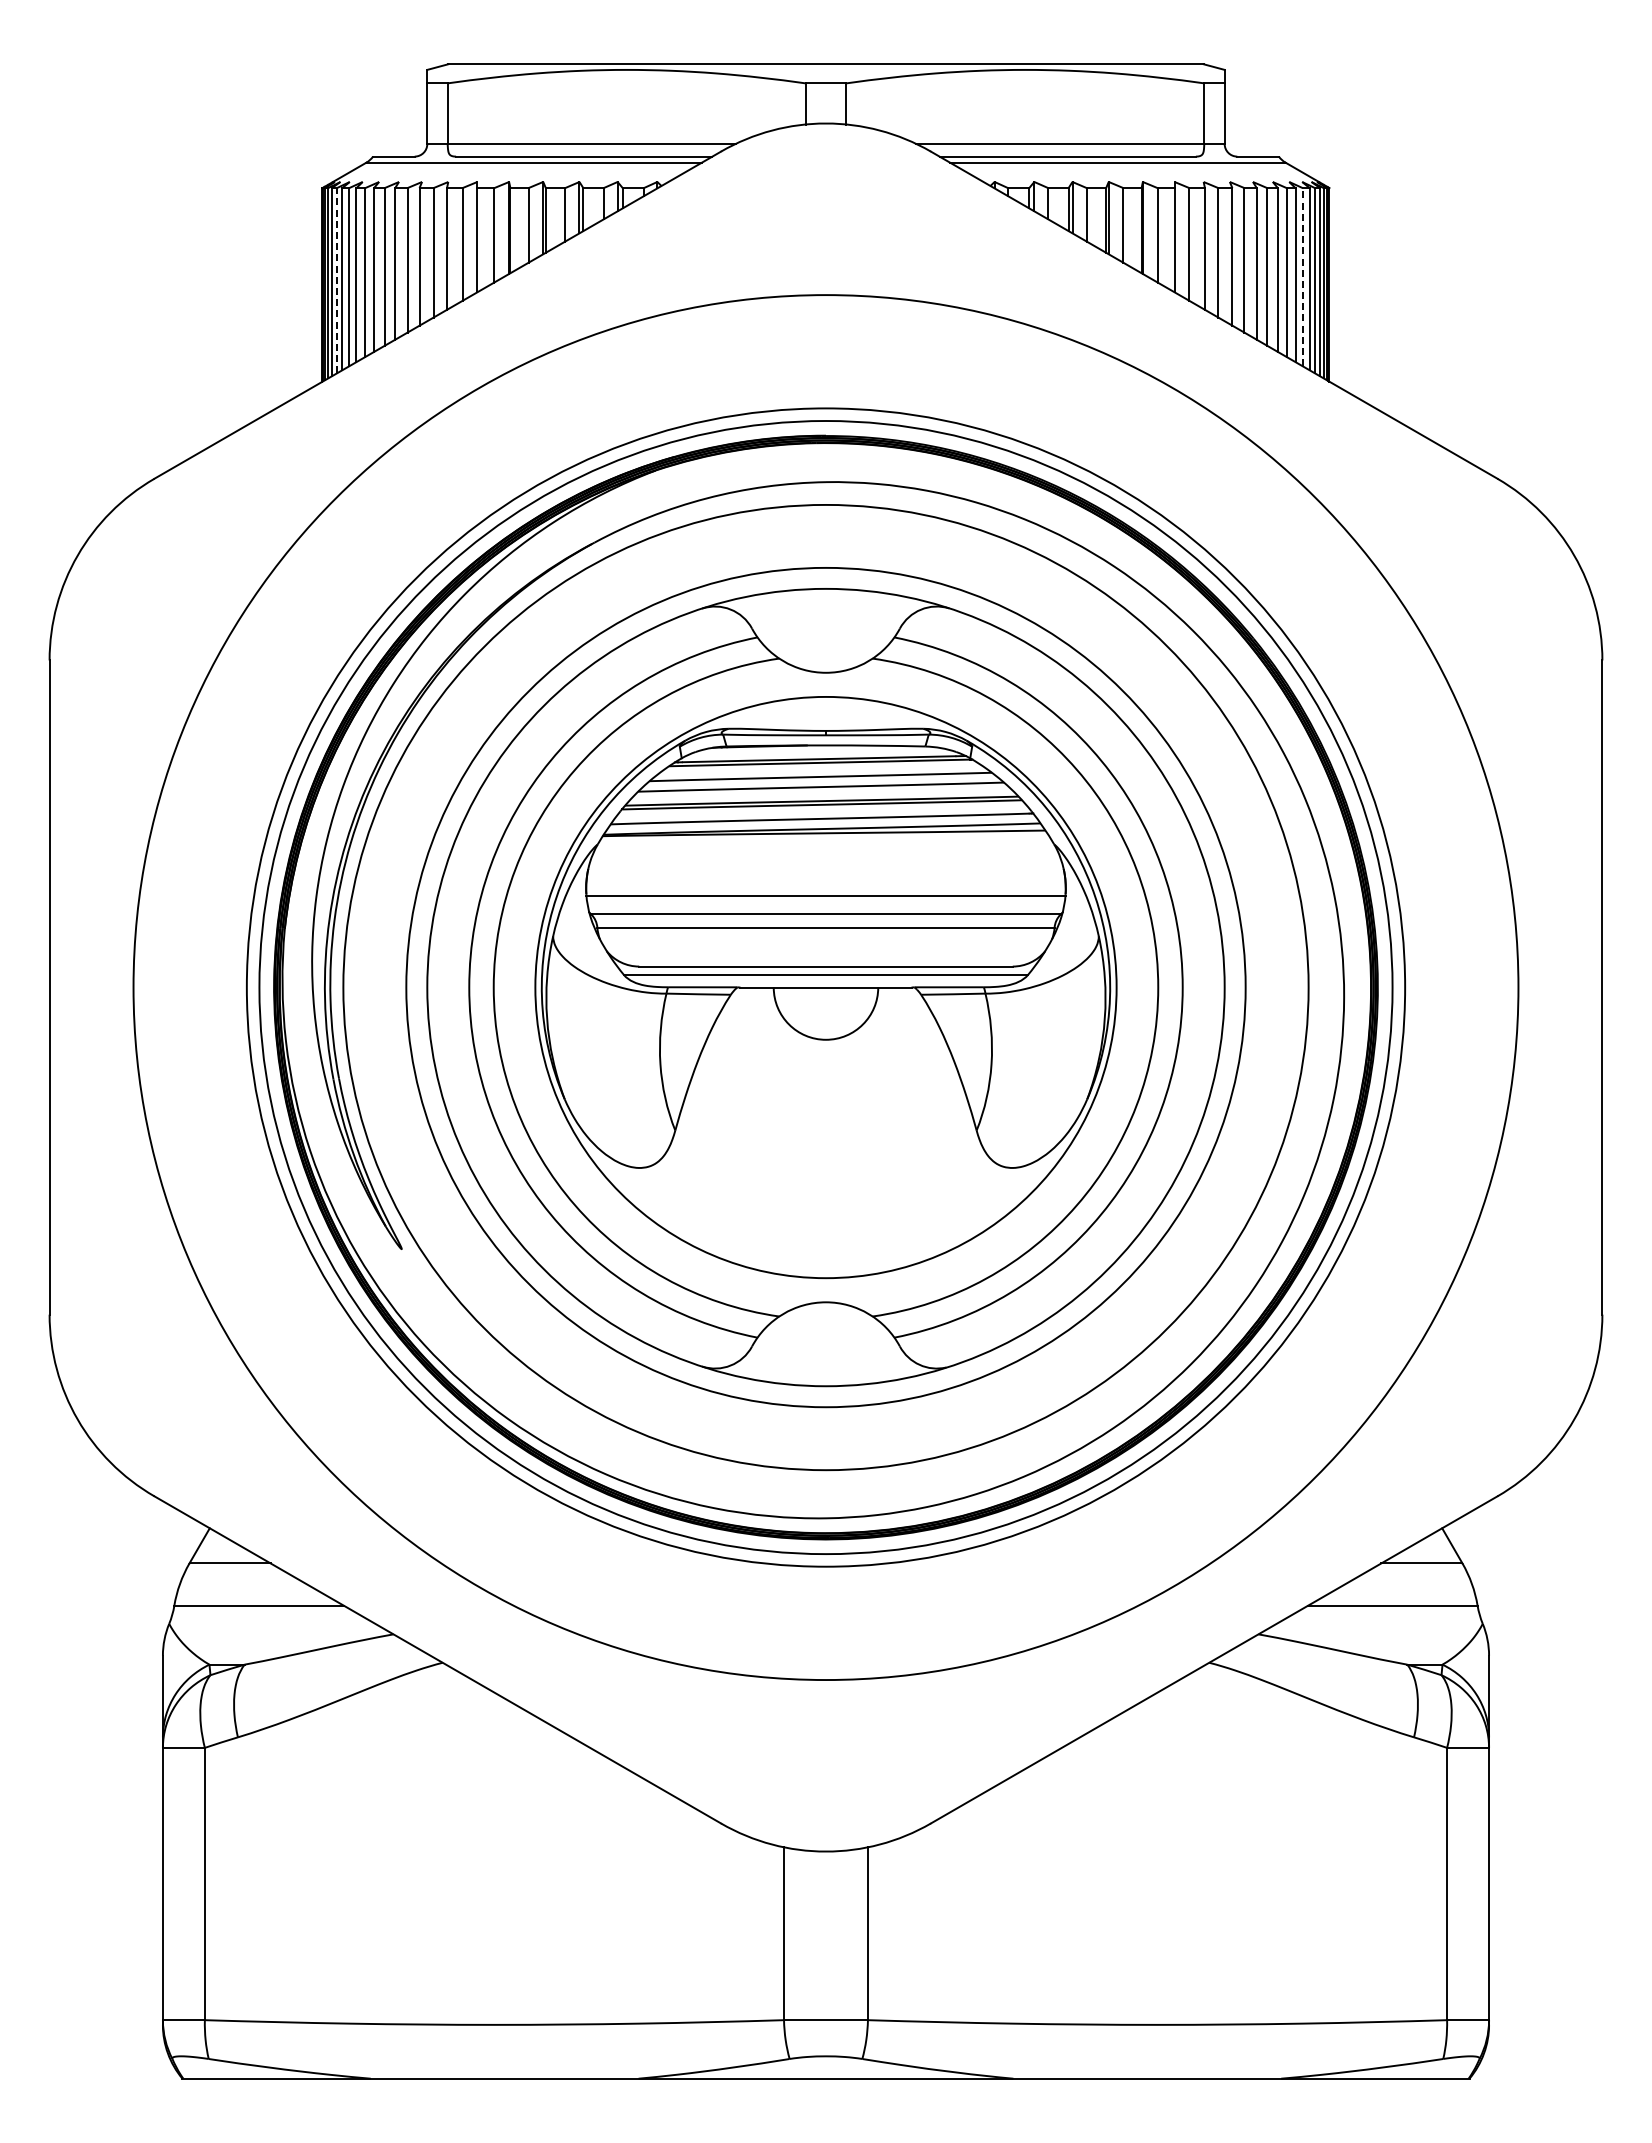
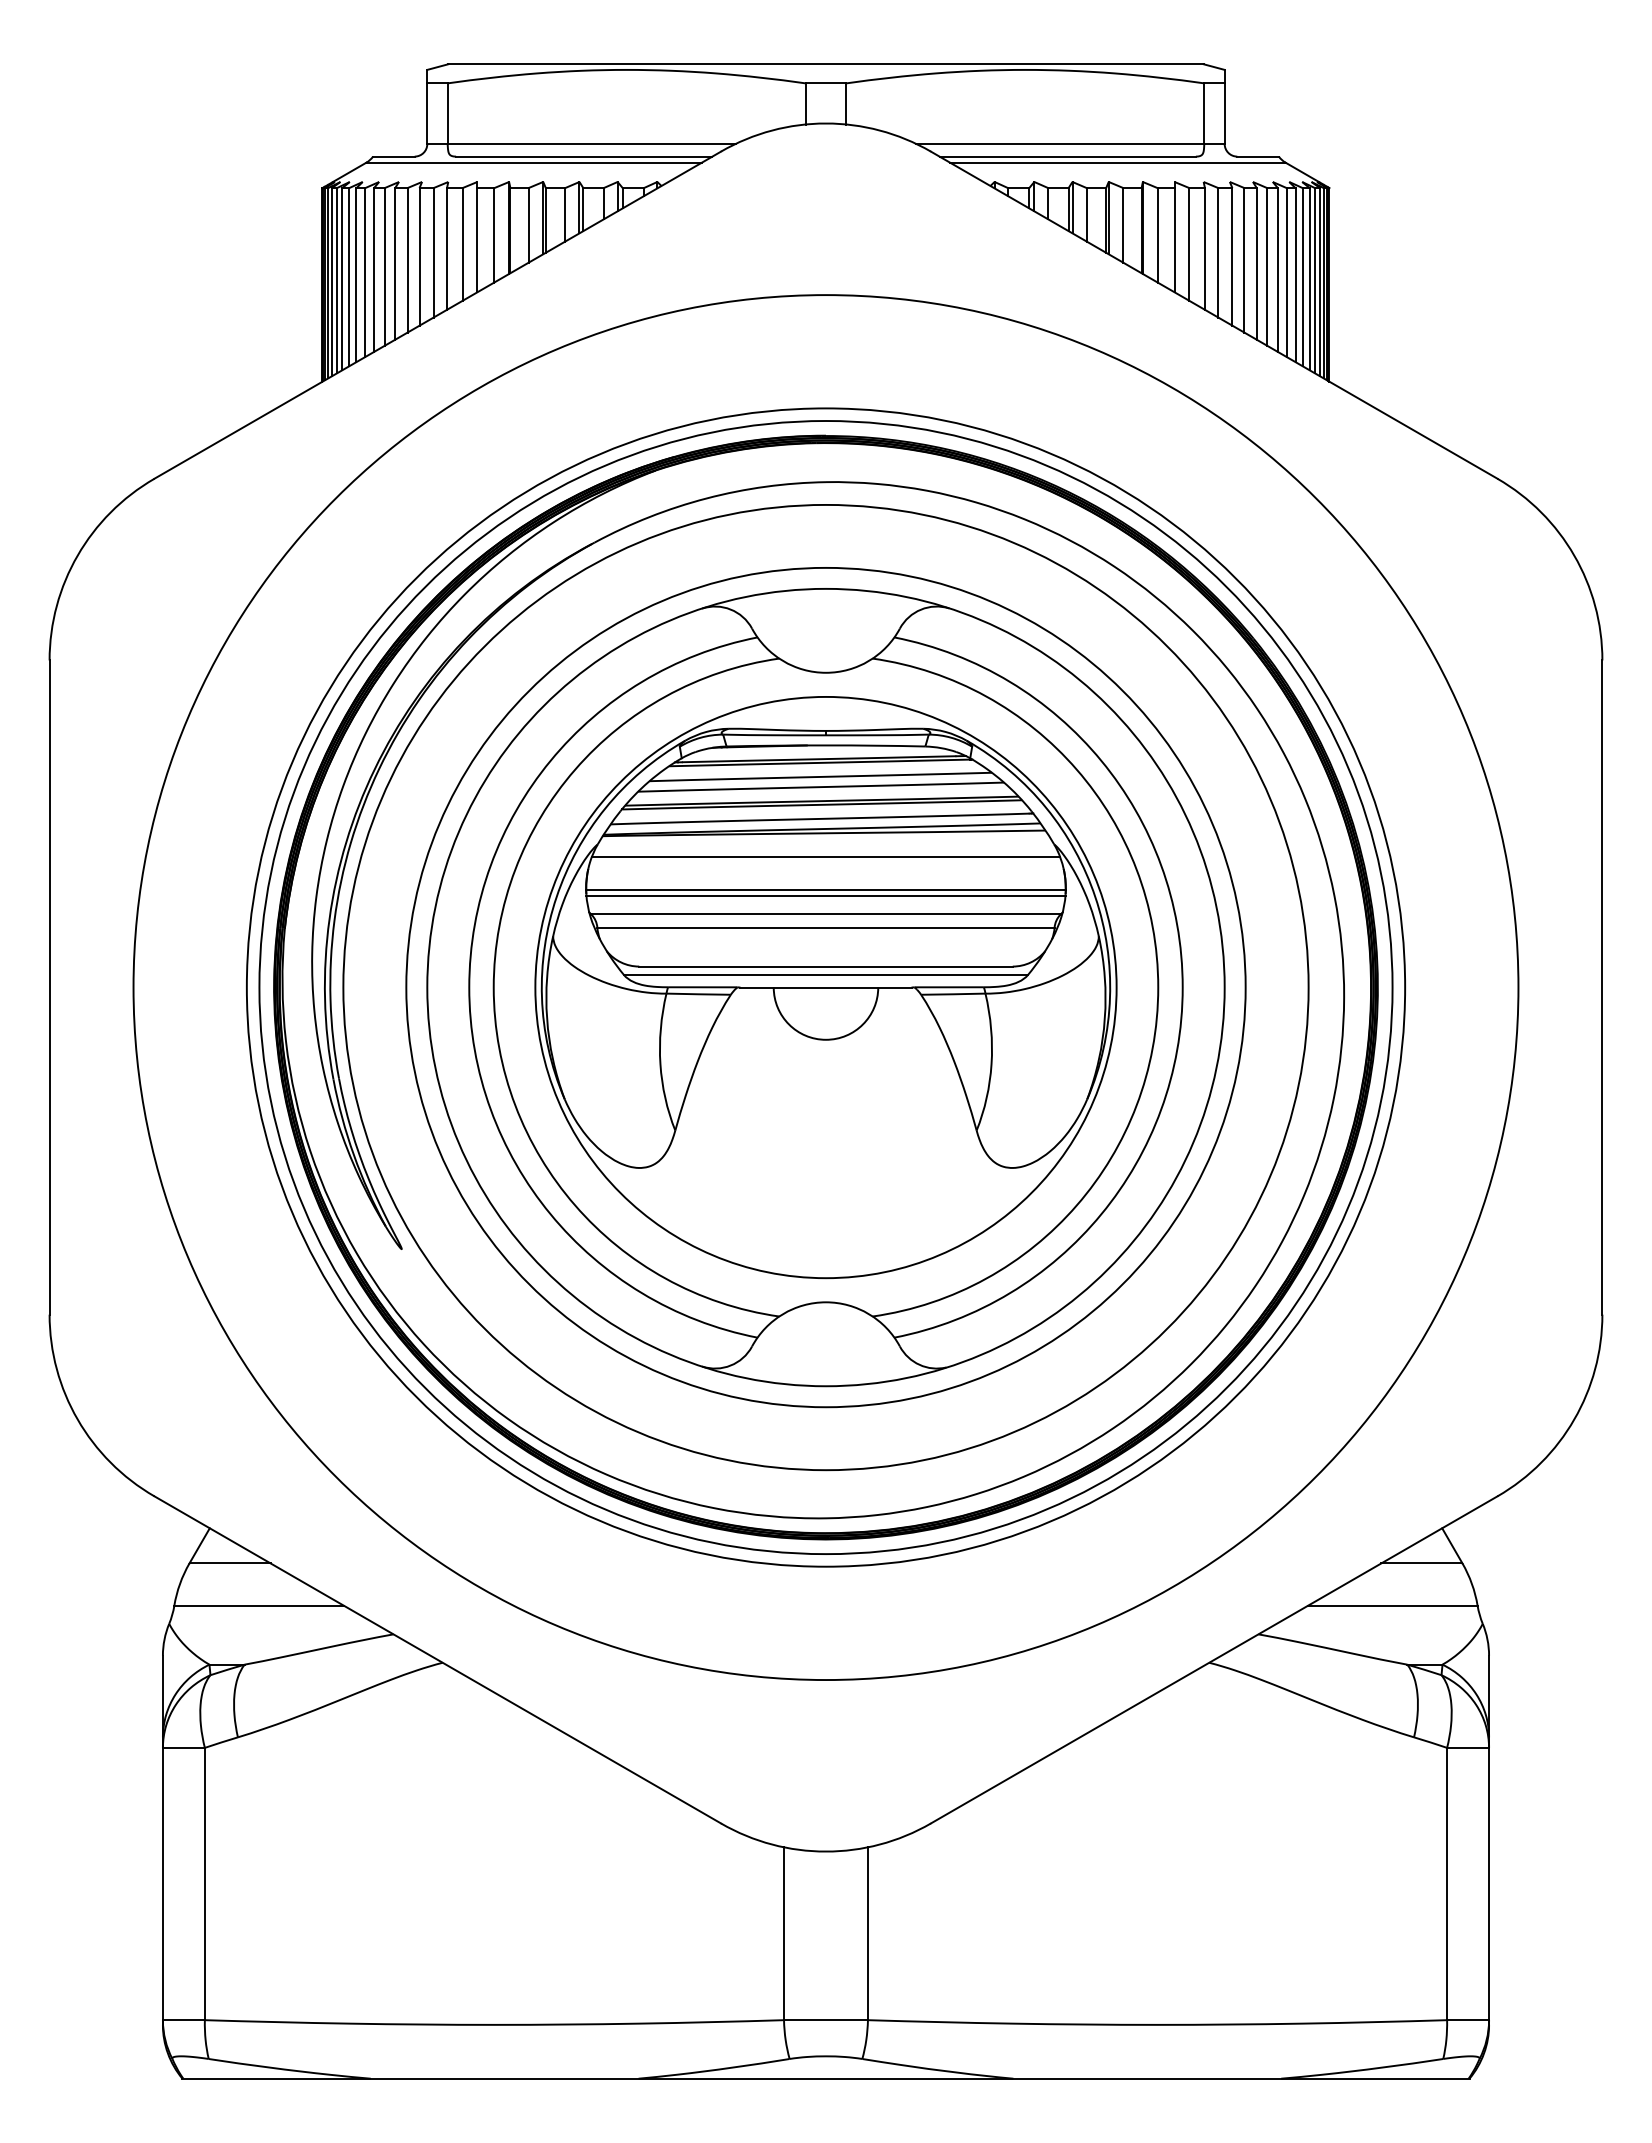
line at (1302, 276): dashed -> solid
line at (336, 280): dashed -> solid
line at (825, 857): none -> present
line at (825, 889): none -> present
